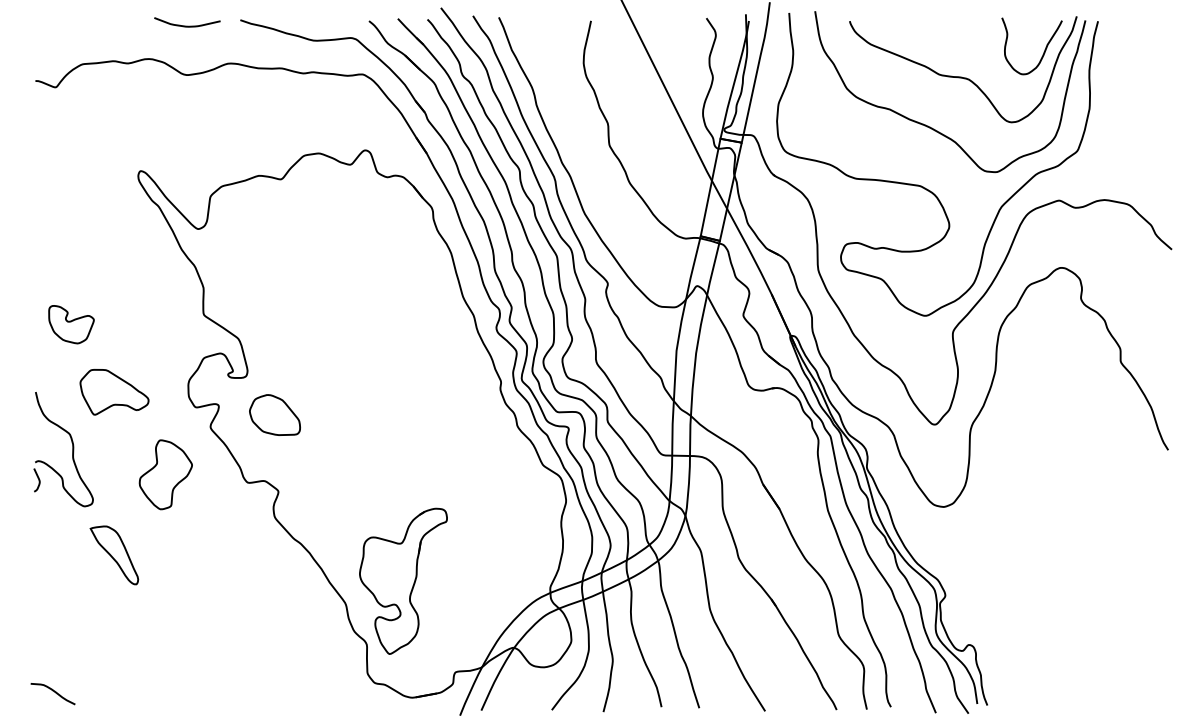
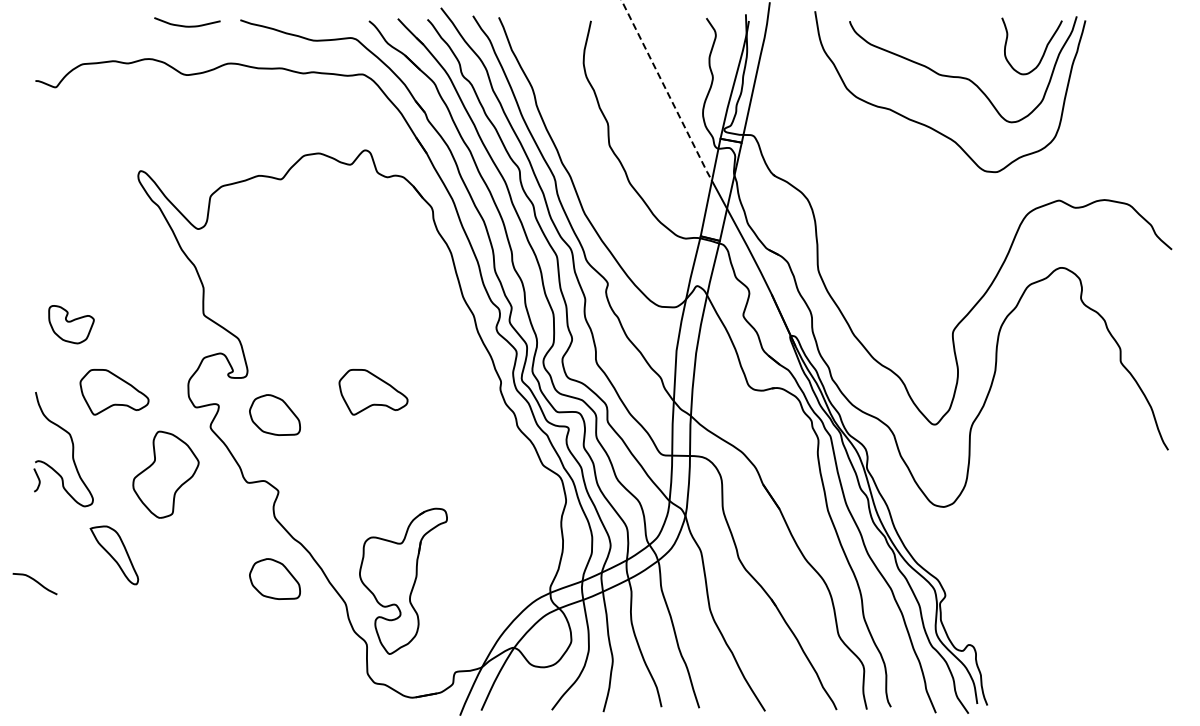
line at (666, 91): solid -> dashed
curve at (925, 187): present -> none
part at (373, 392): none -> present
part at (165, 474) size: 55x72 px -> 68x89 px
part at (274, 578): none -> present
curve at (54, 692) position: (54, 692) -> (36, 582)
